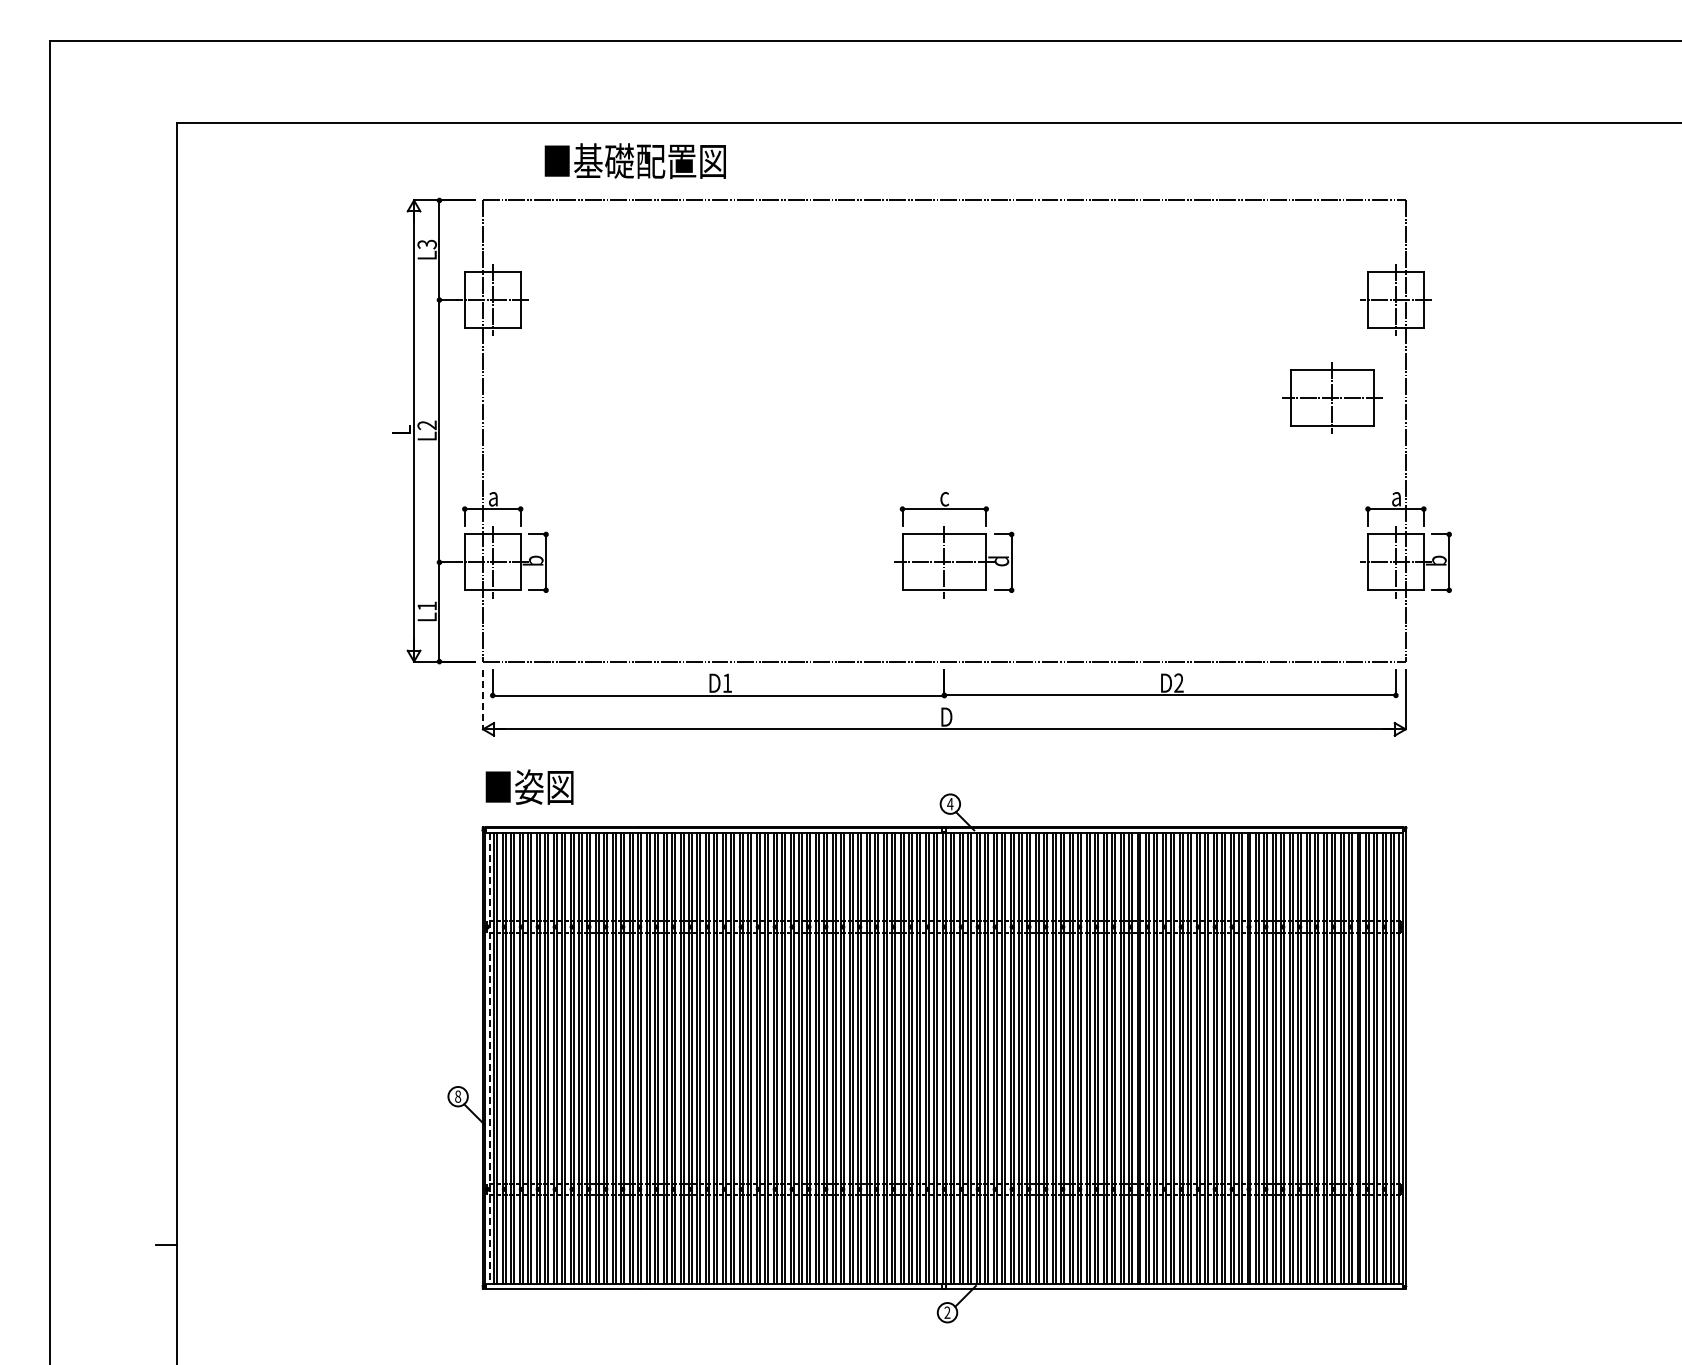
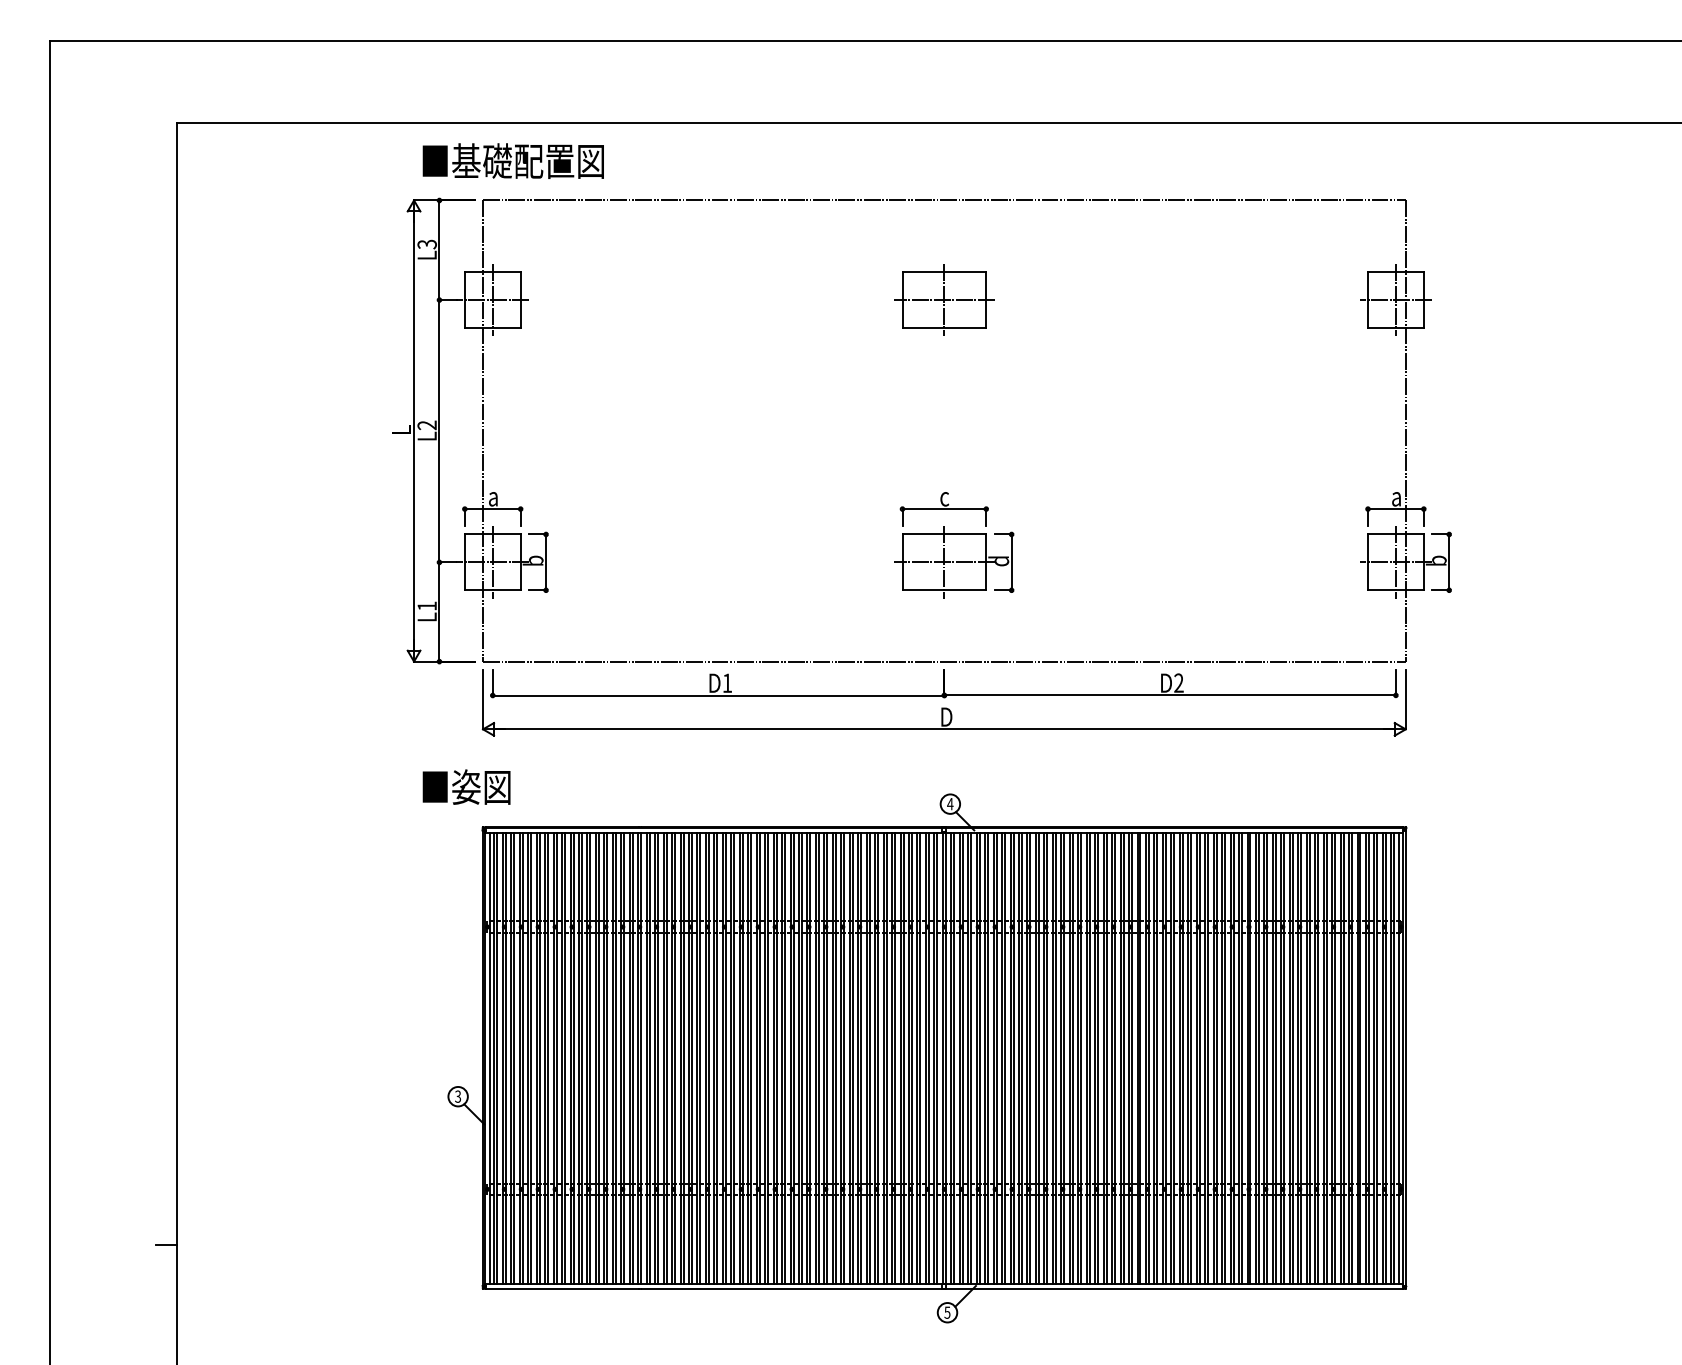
text at (634, 160) position: (634, 160) -> (512, 160)
part at (1332, 397) position: (1332, 397) -> (944, 299)
line at (483, 699): dashed -> solid
text at (529, 786) position: (529, 786) -> (466, 786)
line at (489, 1058): dashed -> solid
text at (458, 1096): 8 -> 3
text at (947, 1312): 2 -> 5
